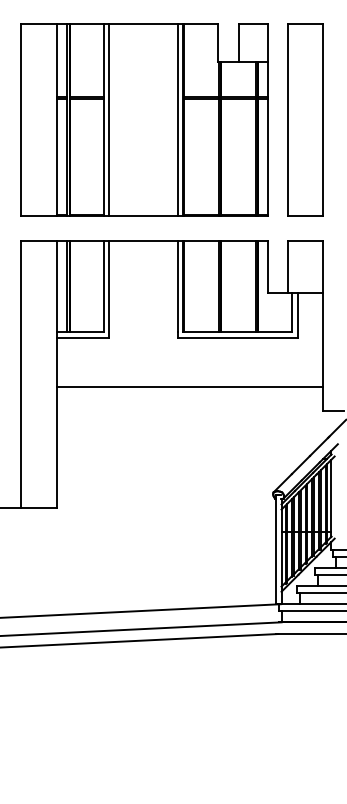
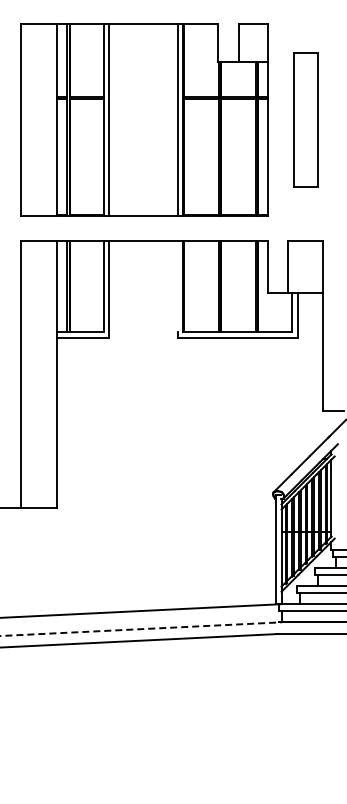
part at (305, 119) size: 37x194 px -> 26x136 px
line at (177, 286): present -> none
line at (190, 386): present -> none
line at (140, 629): solid -> dashed
